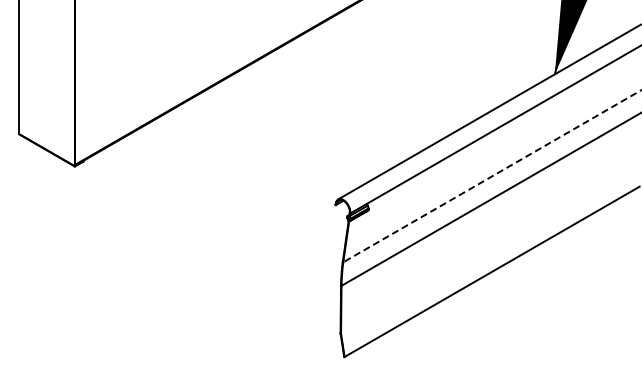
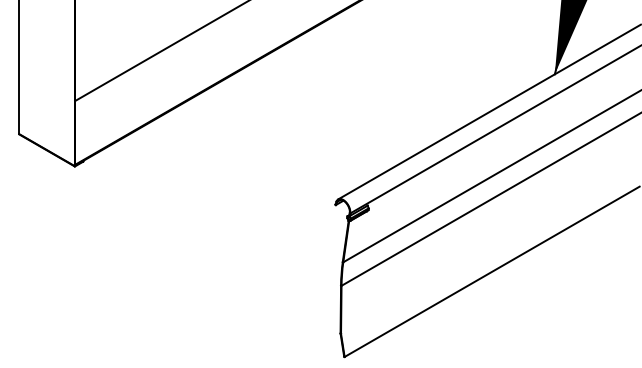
line at (160, 51): none -> present
line at (492, 176): dashed -> solid
